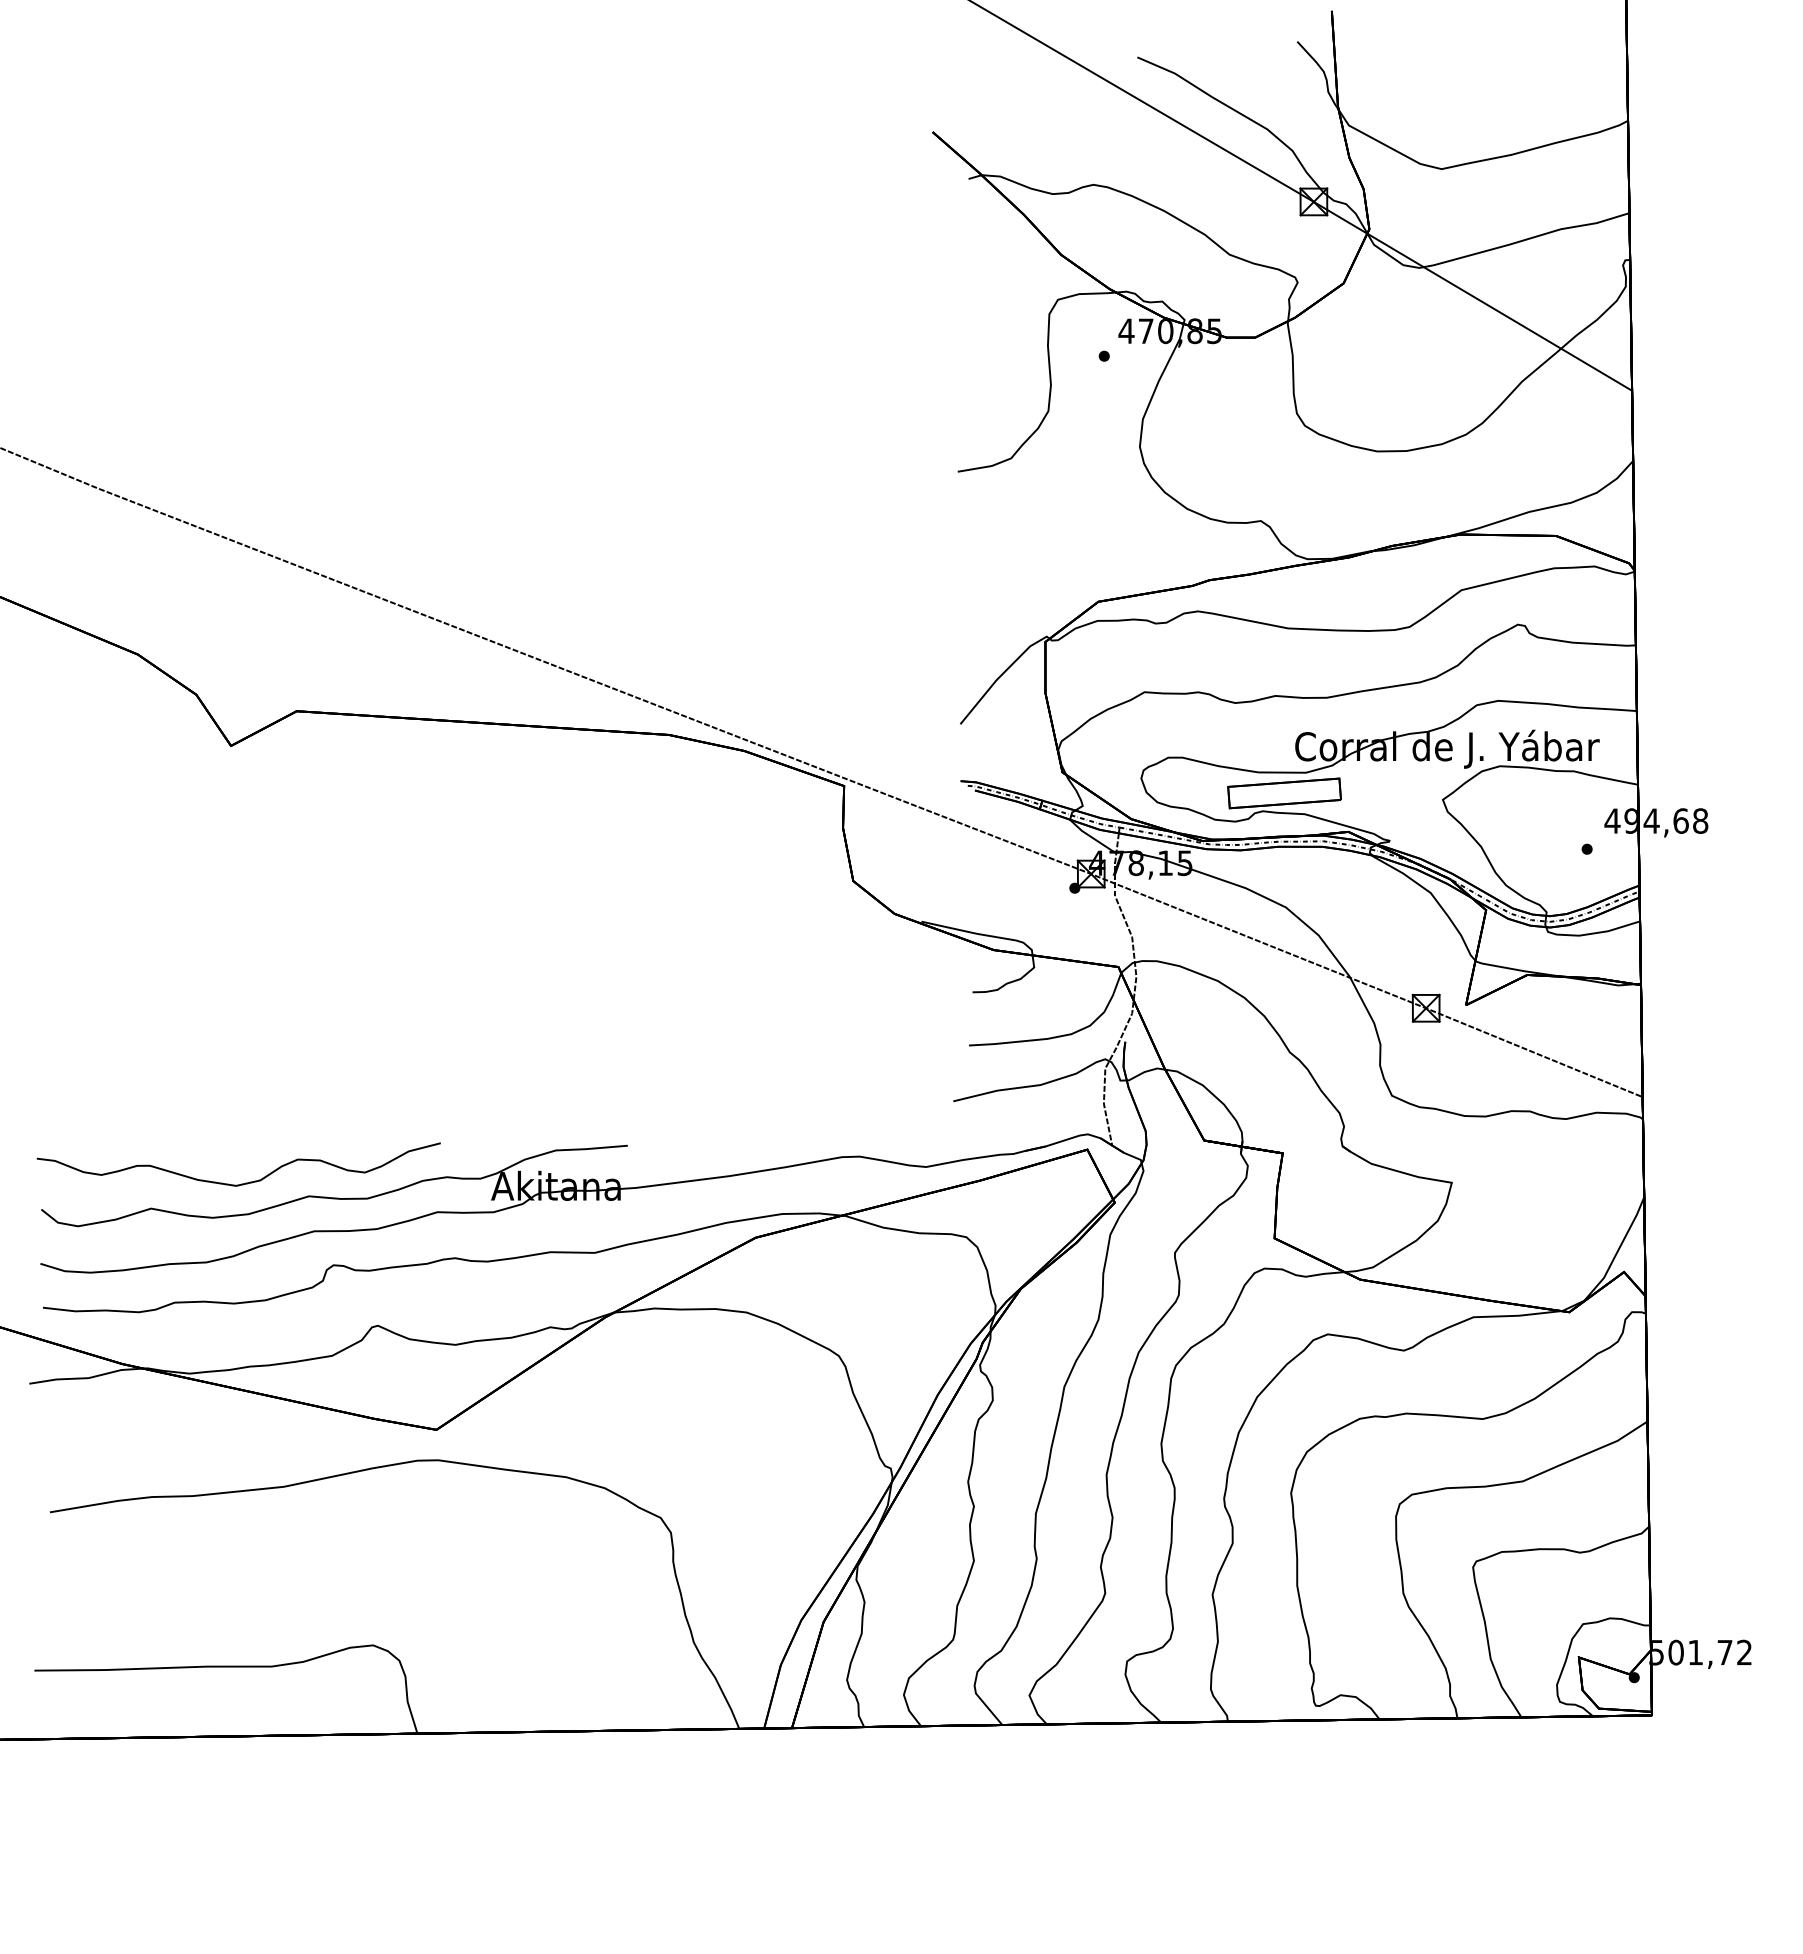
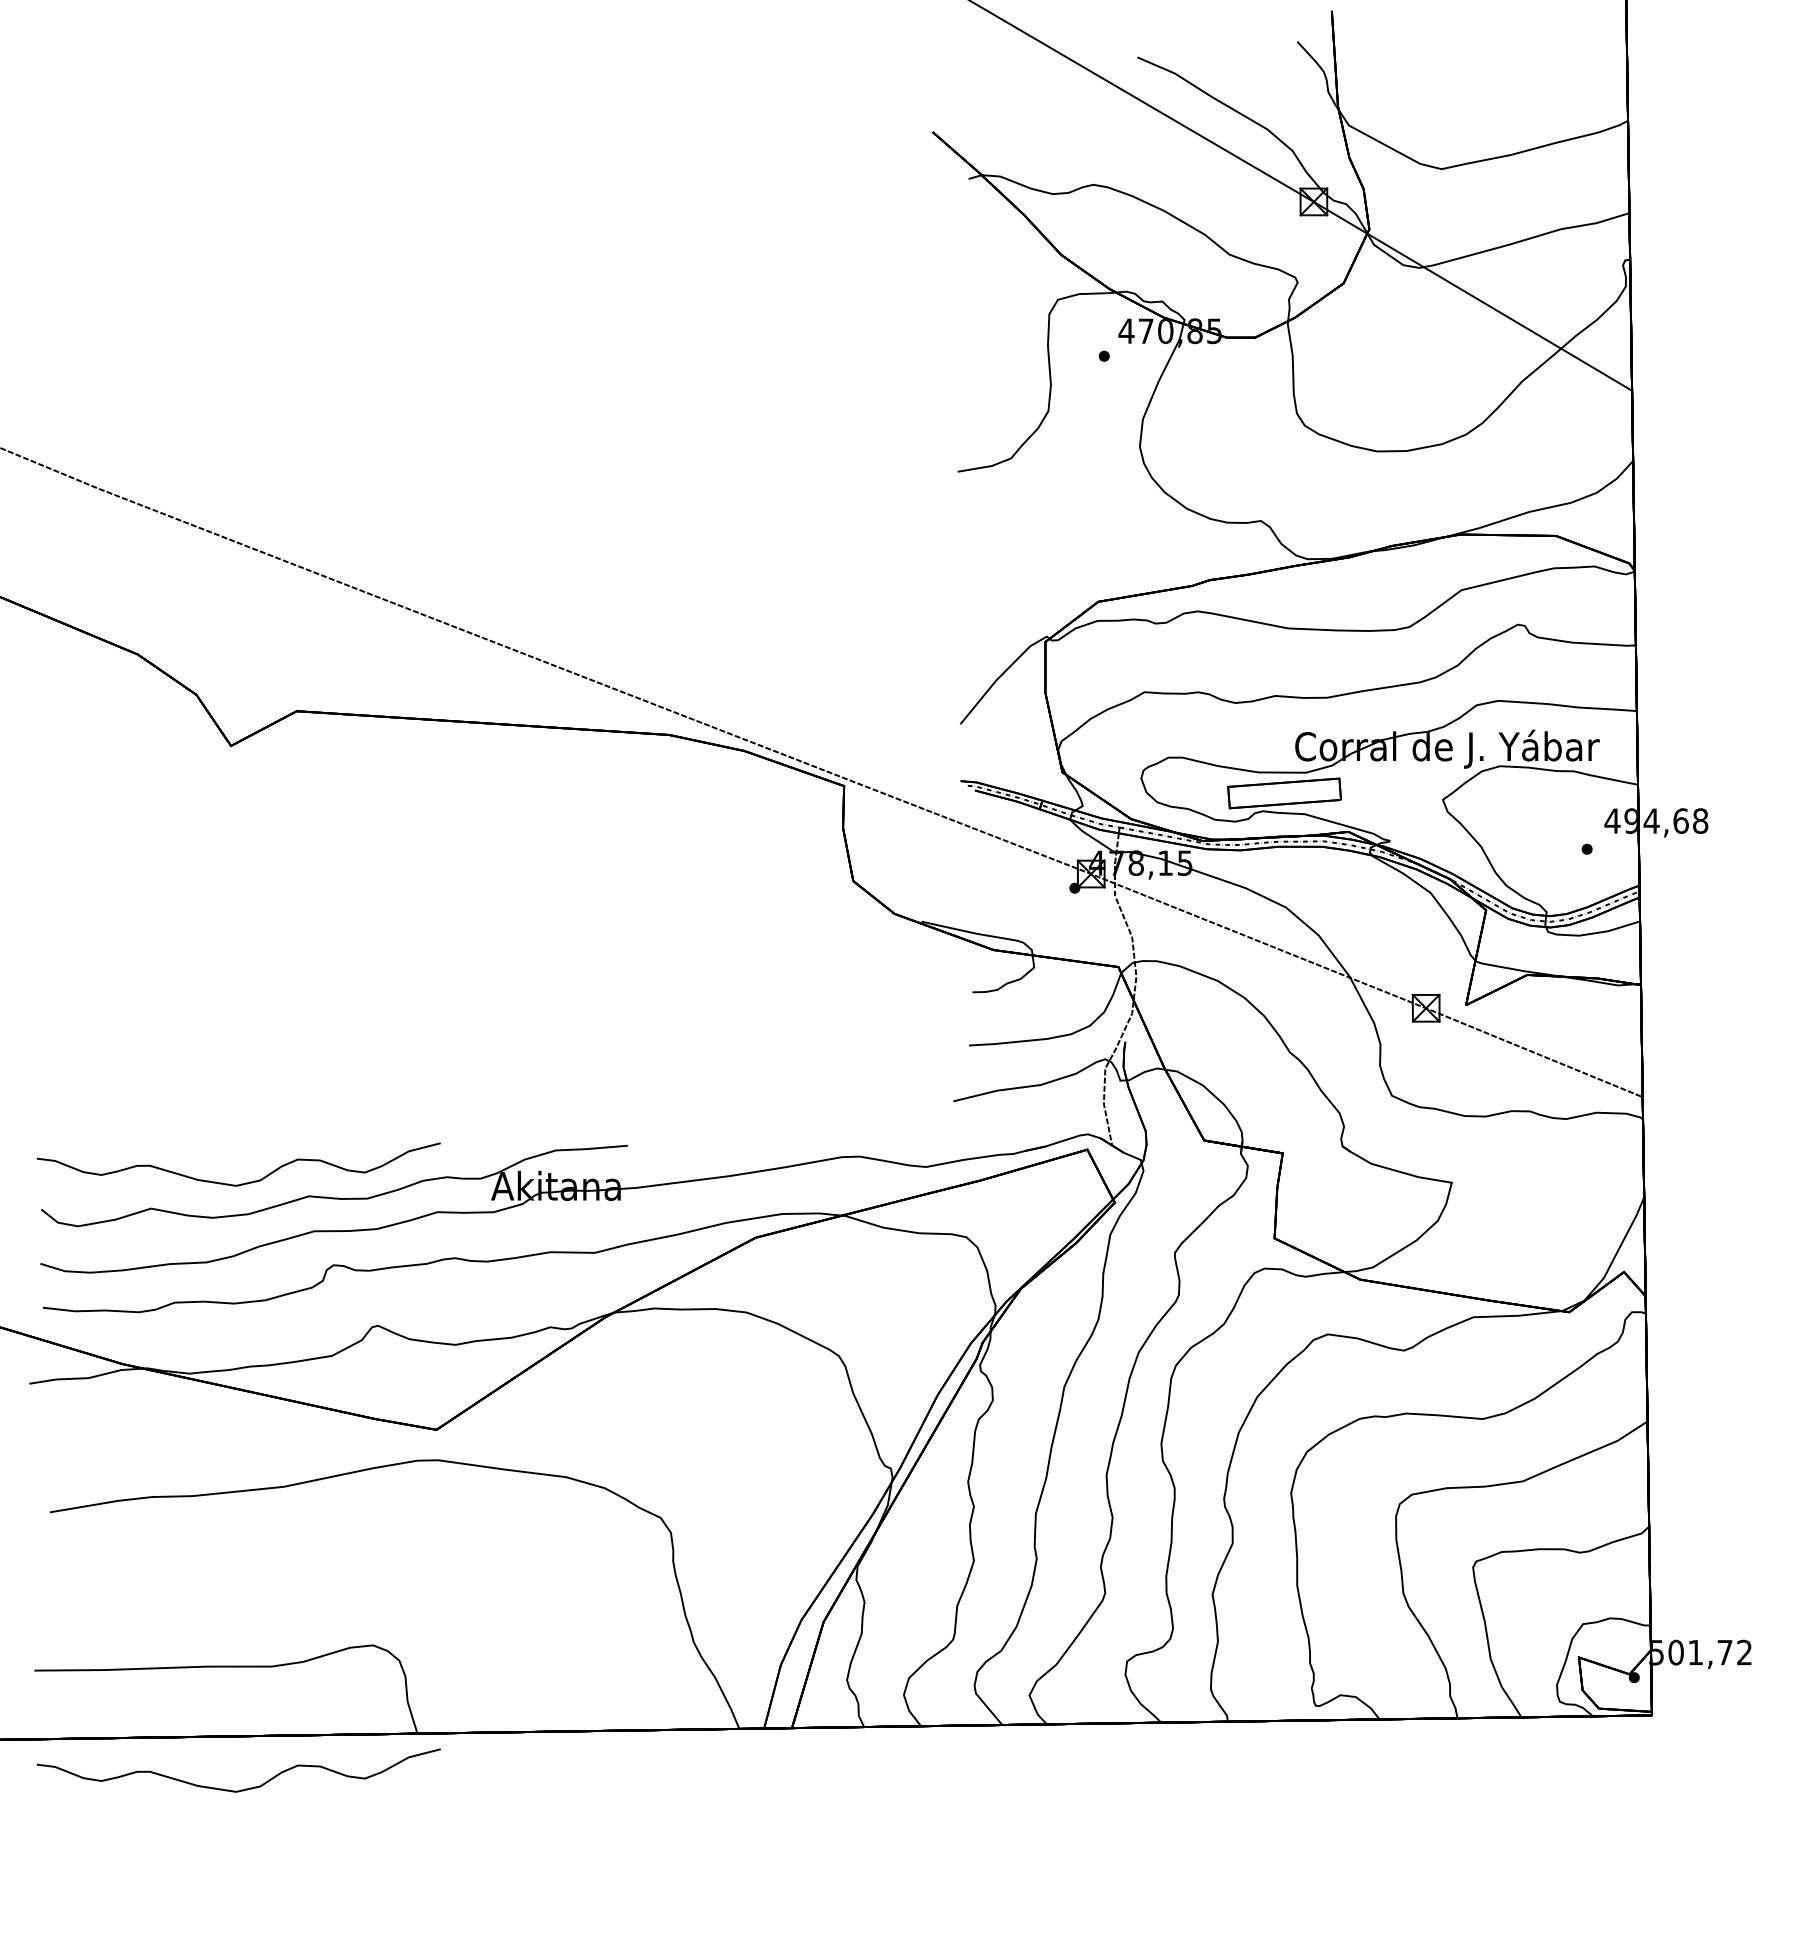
curve at (241, 1789): none -> present
